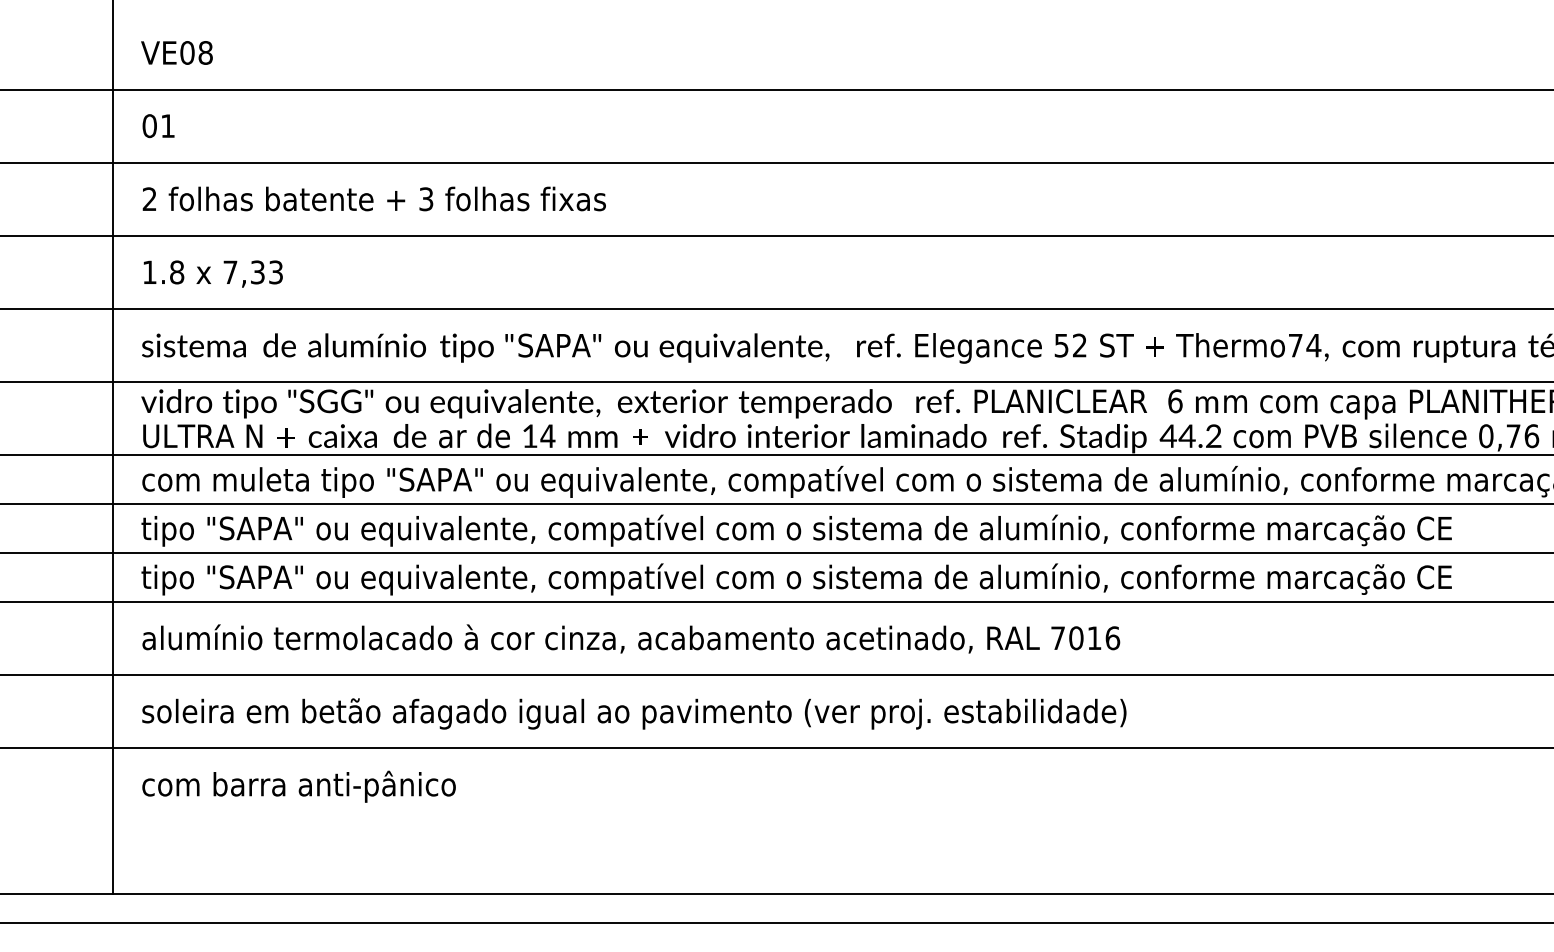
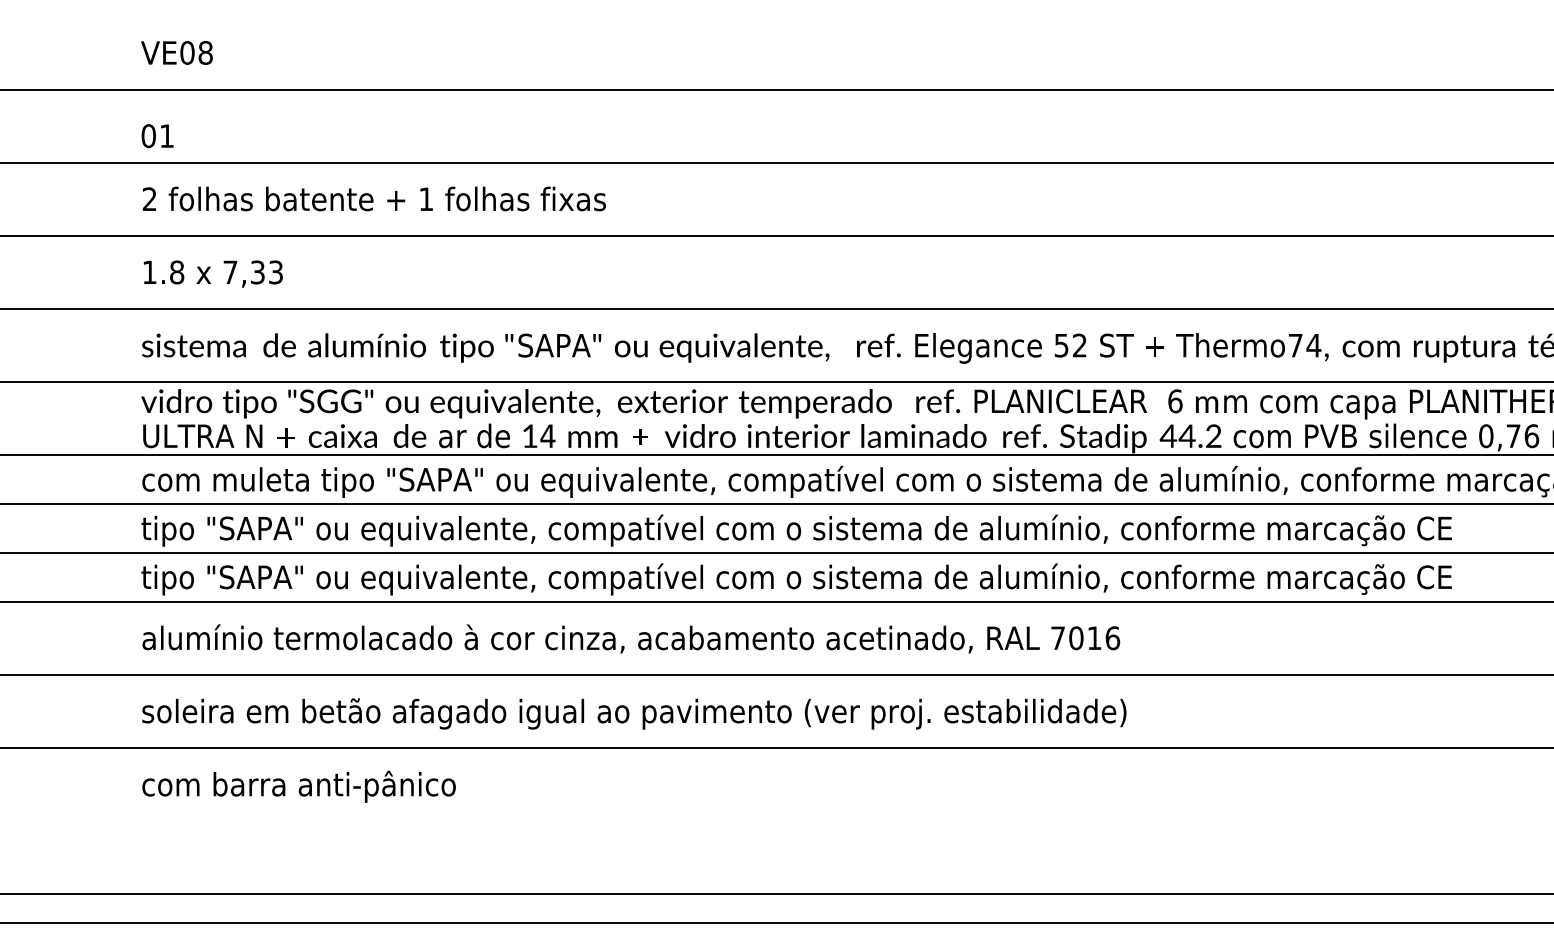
text at (158, 126) position: (158, 126) -> (157, 136)
text at (426, 199): 3 -> 1
line at (112, 448): present -> none
